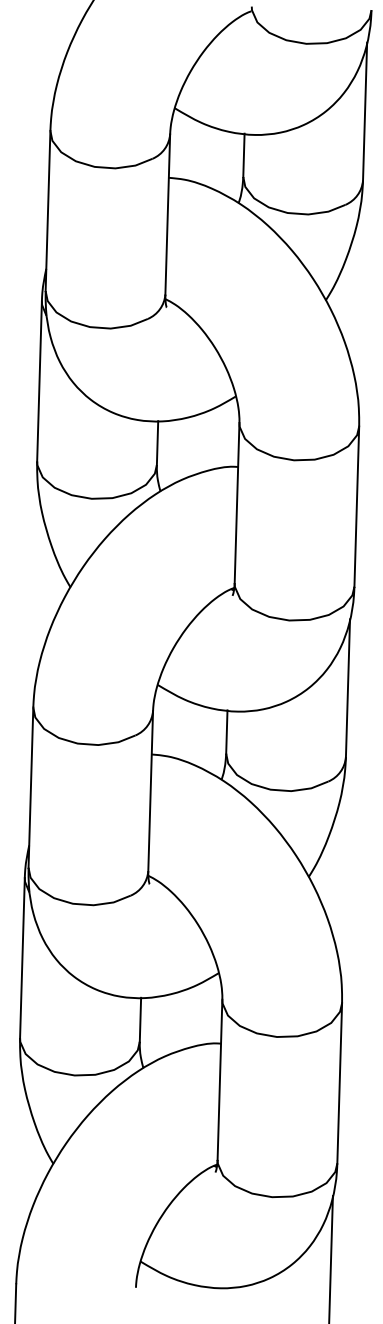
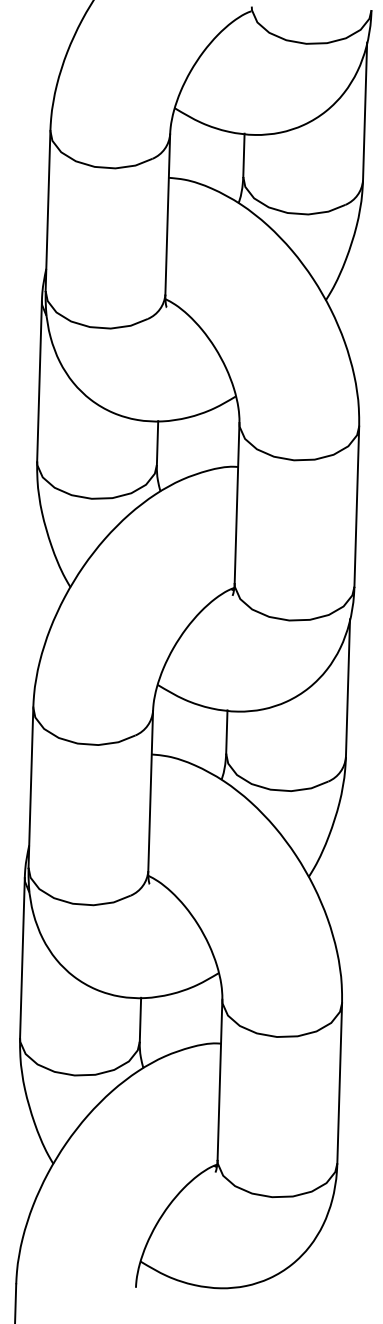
line at (330, 1258): present -> none
